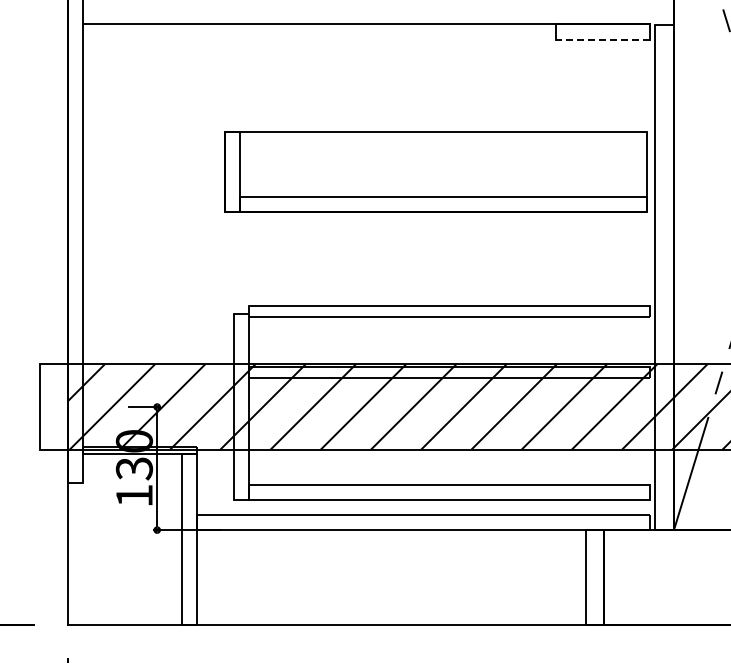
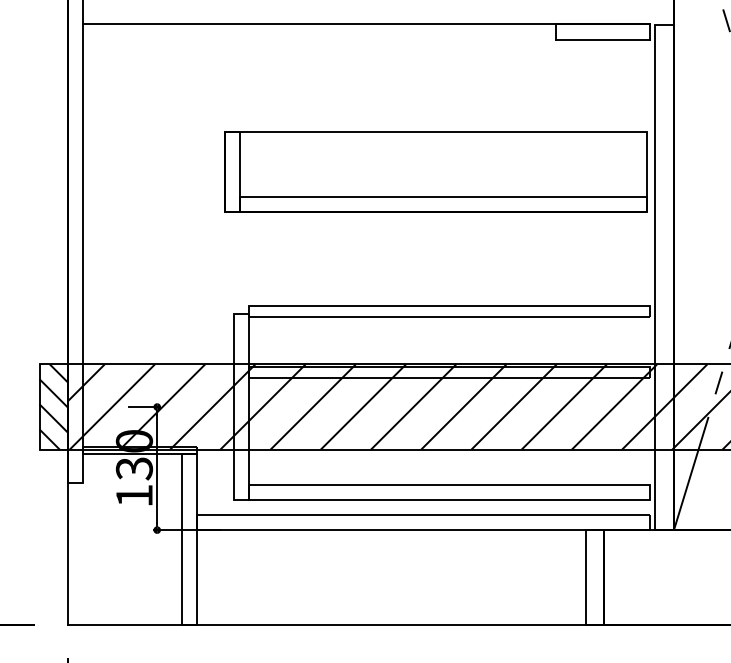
line at (602, 39): dashed -> solid
hatch at (53, 406): none -> present
